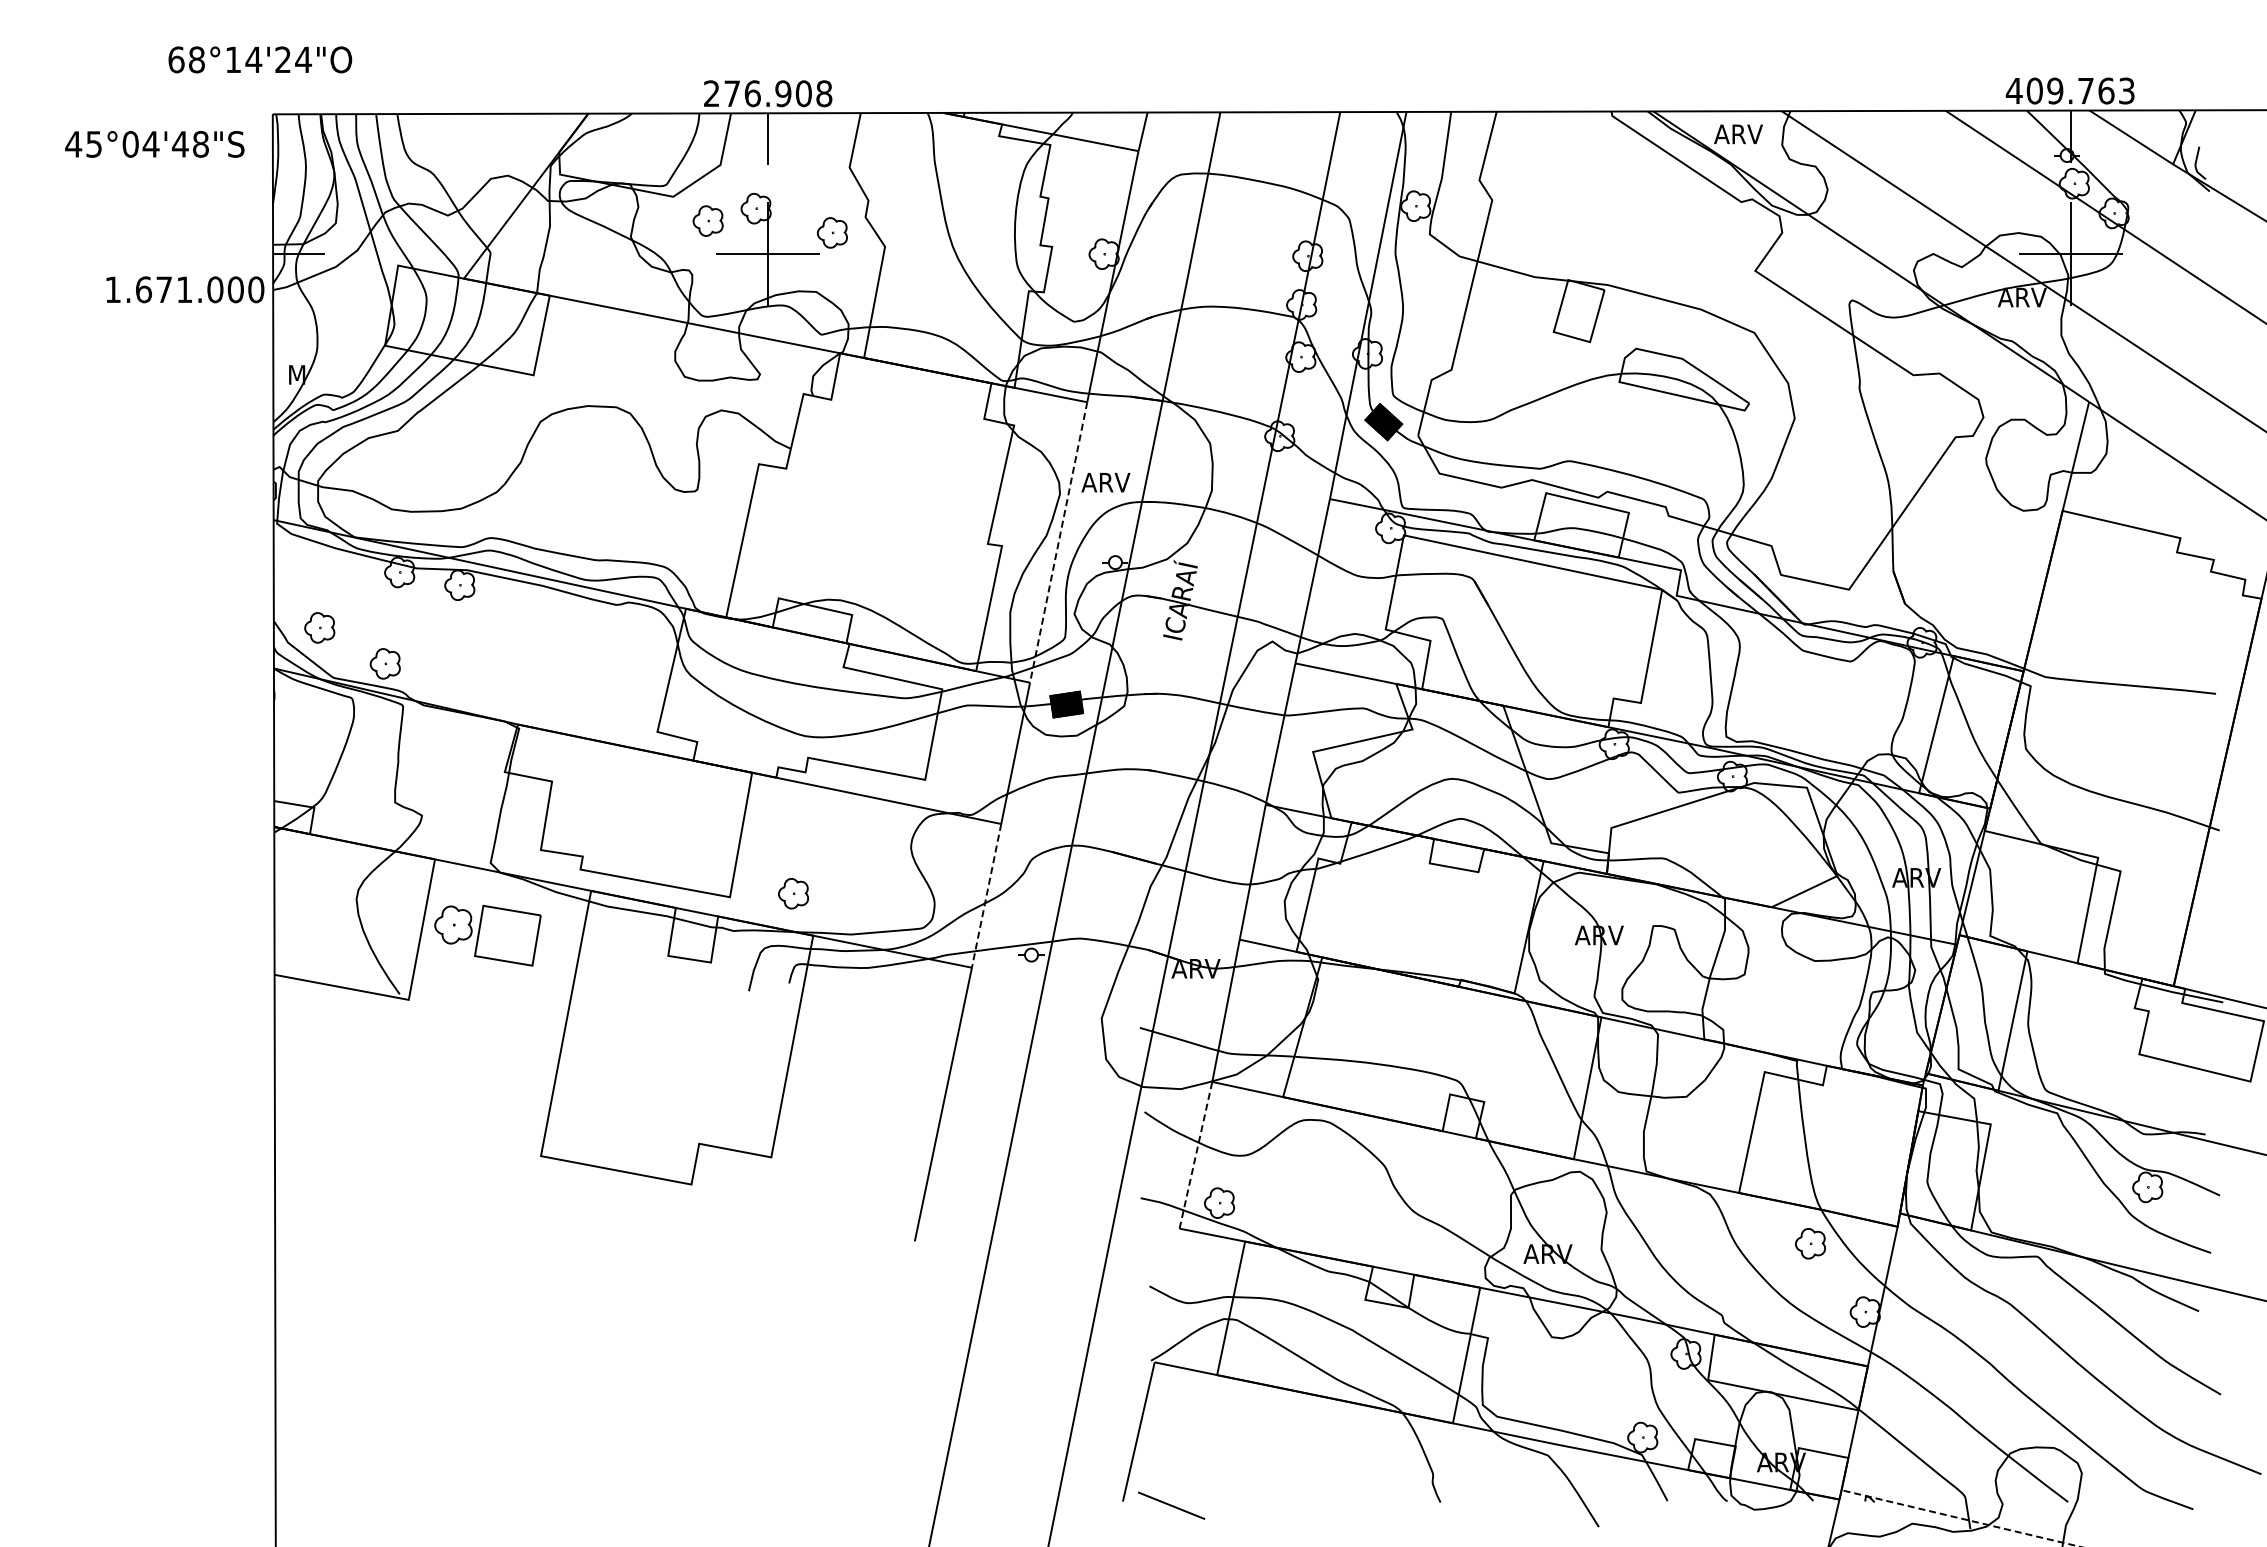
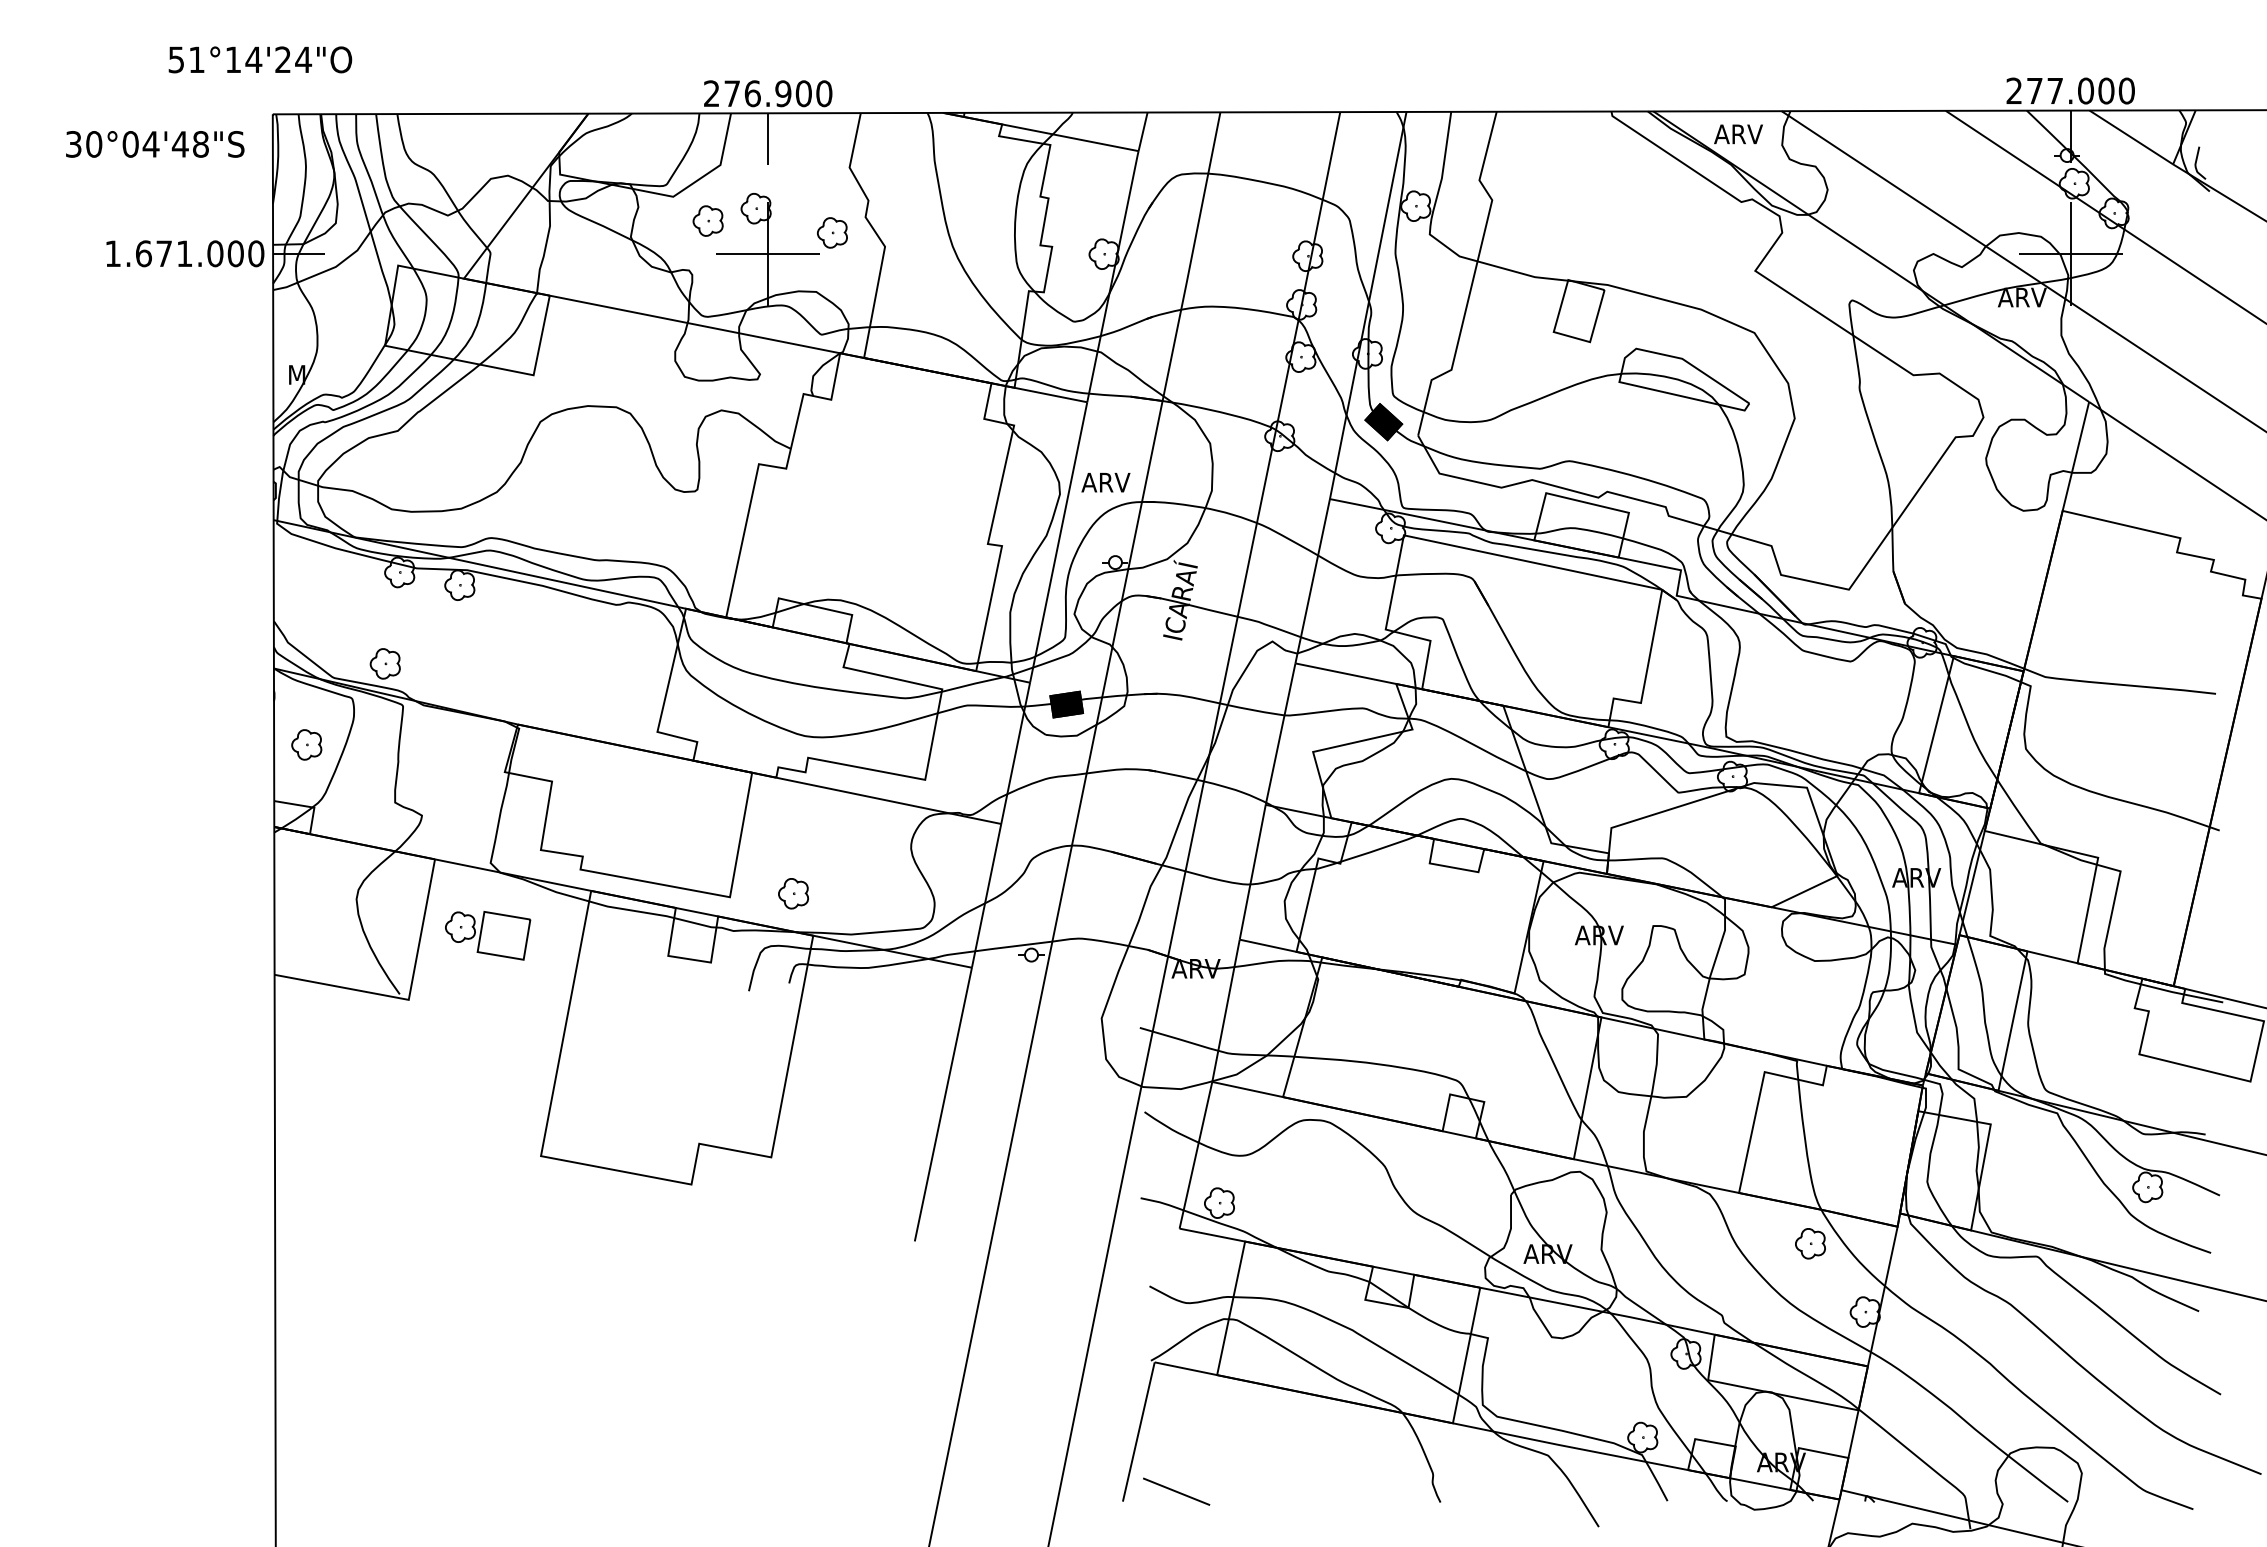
text at (186, 59): 68°14'24"O -> 51°14'24"O
text at (2069, 90): 409.763 -> 277.000
text at (824, 93): 276.908 -> 276.900
text at (83, 144): 45°04'48"S -> 30°04'48"S
text at (185, 289) position: (185, 289) -> (185, 253)
line at (1058, 542): dashed -> solid
part at (319, 627) position: (319, 627) -> (306, 744)
line at (986, 896): dashed -> solid
part at (487, 935) size: 108x63 px -> 87x50 px
line at (1196, 1154): dashed -> solid
line at (1171, 1505) position: (1171, 1505) -> (1176, 1491)
line at (1961, 1518): dashed -> solid
